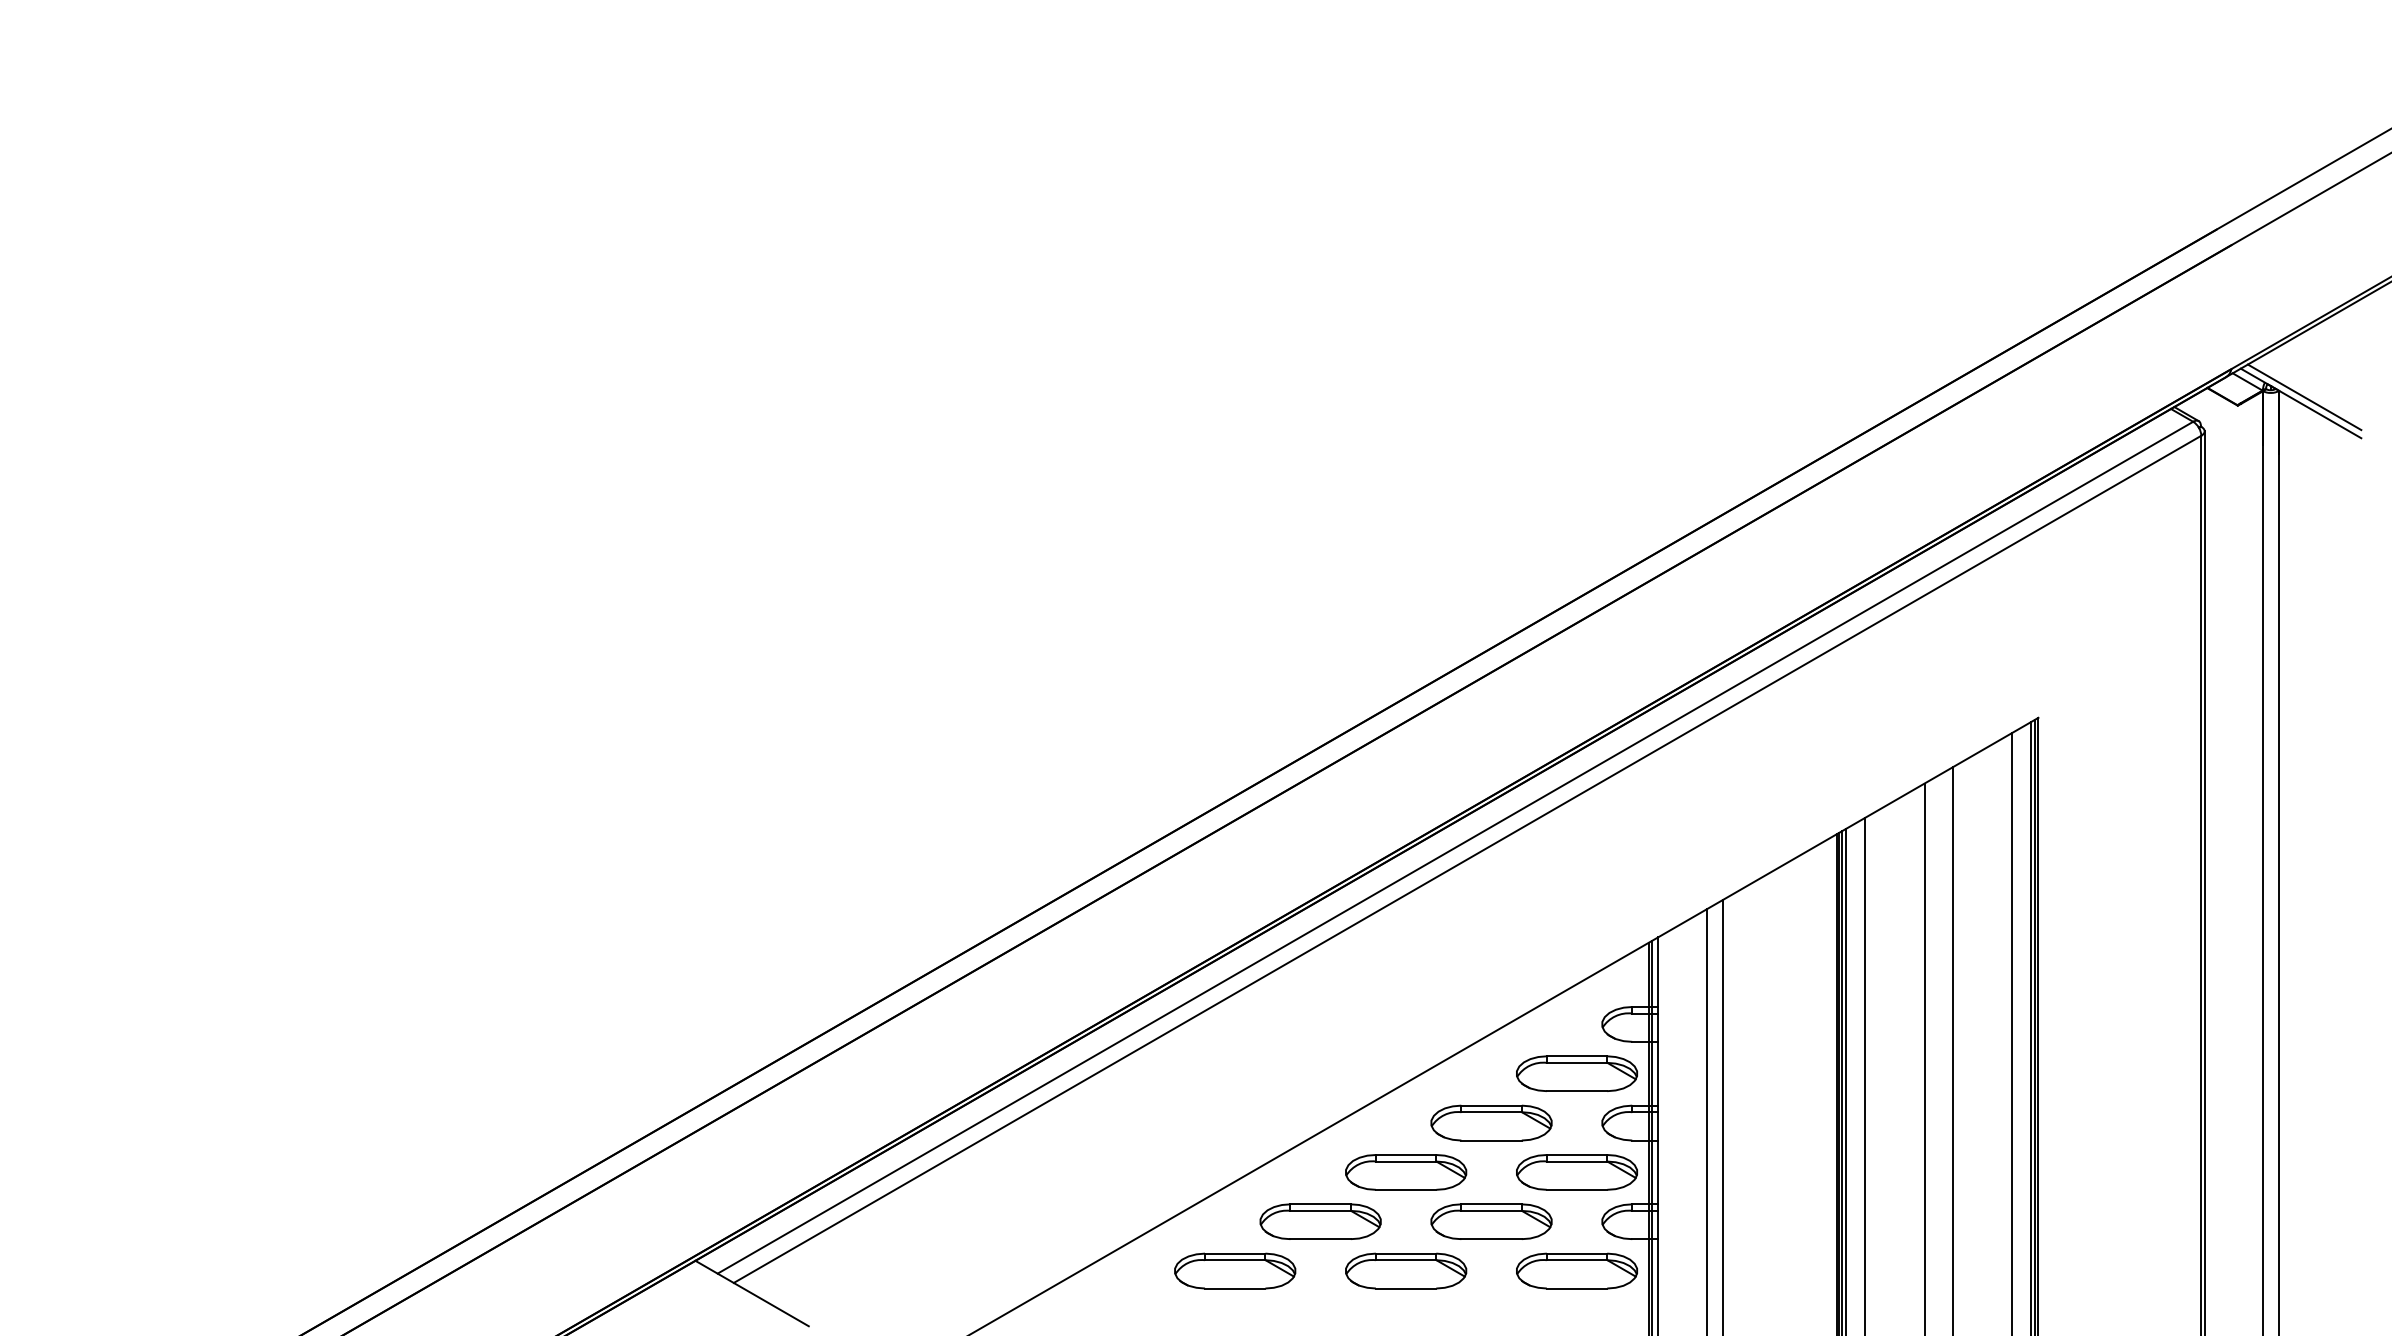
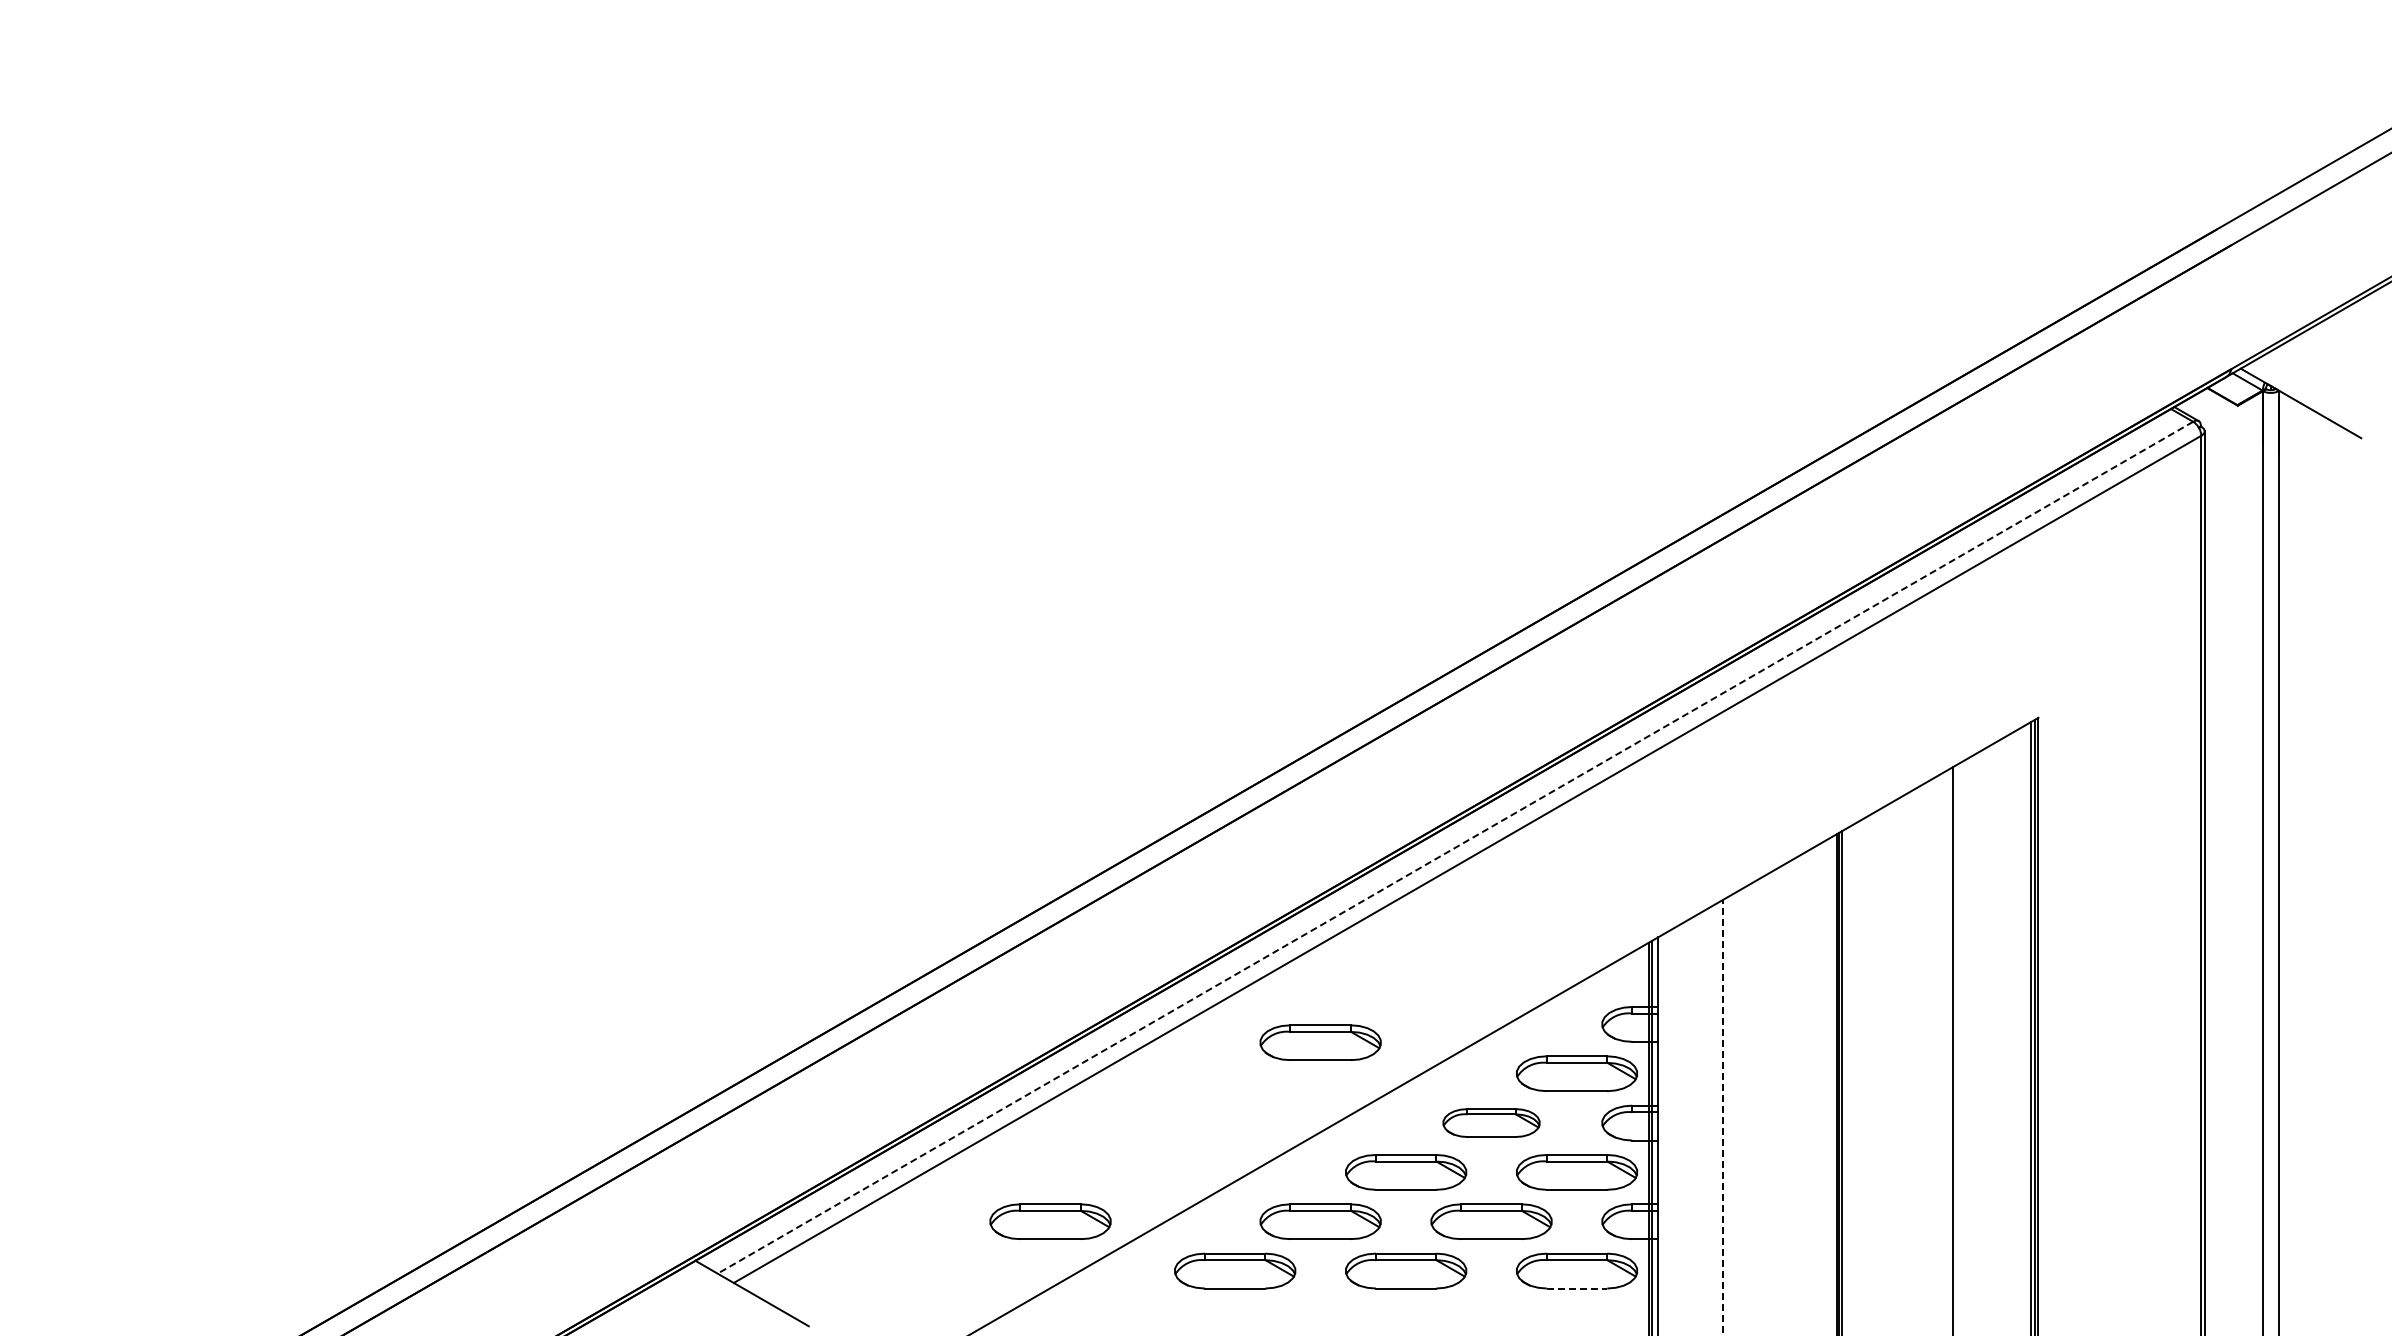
line at (2304, 397): present -> none
line at (1455, 847): solid -> dashed
line at (2012, 1032): present -> none
part at (1320, 1042): none -> present
line at (1924, 1057): present -> none
line at (1865, 1074): present -> none
line at (1846, 1080): present -> none
line at (1723, 1117): solid -> dashed
line at (1707, 1120): present -> none
part at (1491, 1122) size: 123x38 px -> 99x30 px
part at (1050, 1221): none -> present
line at (1577, 1288): solid -> dashed
